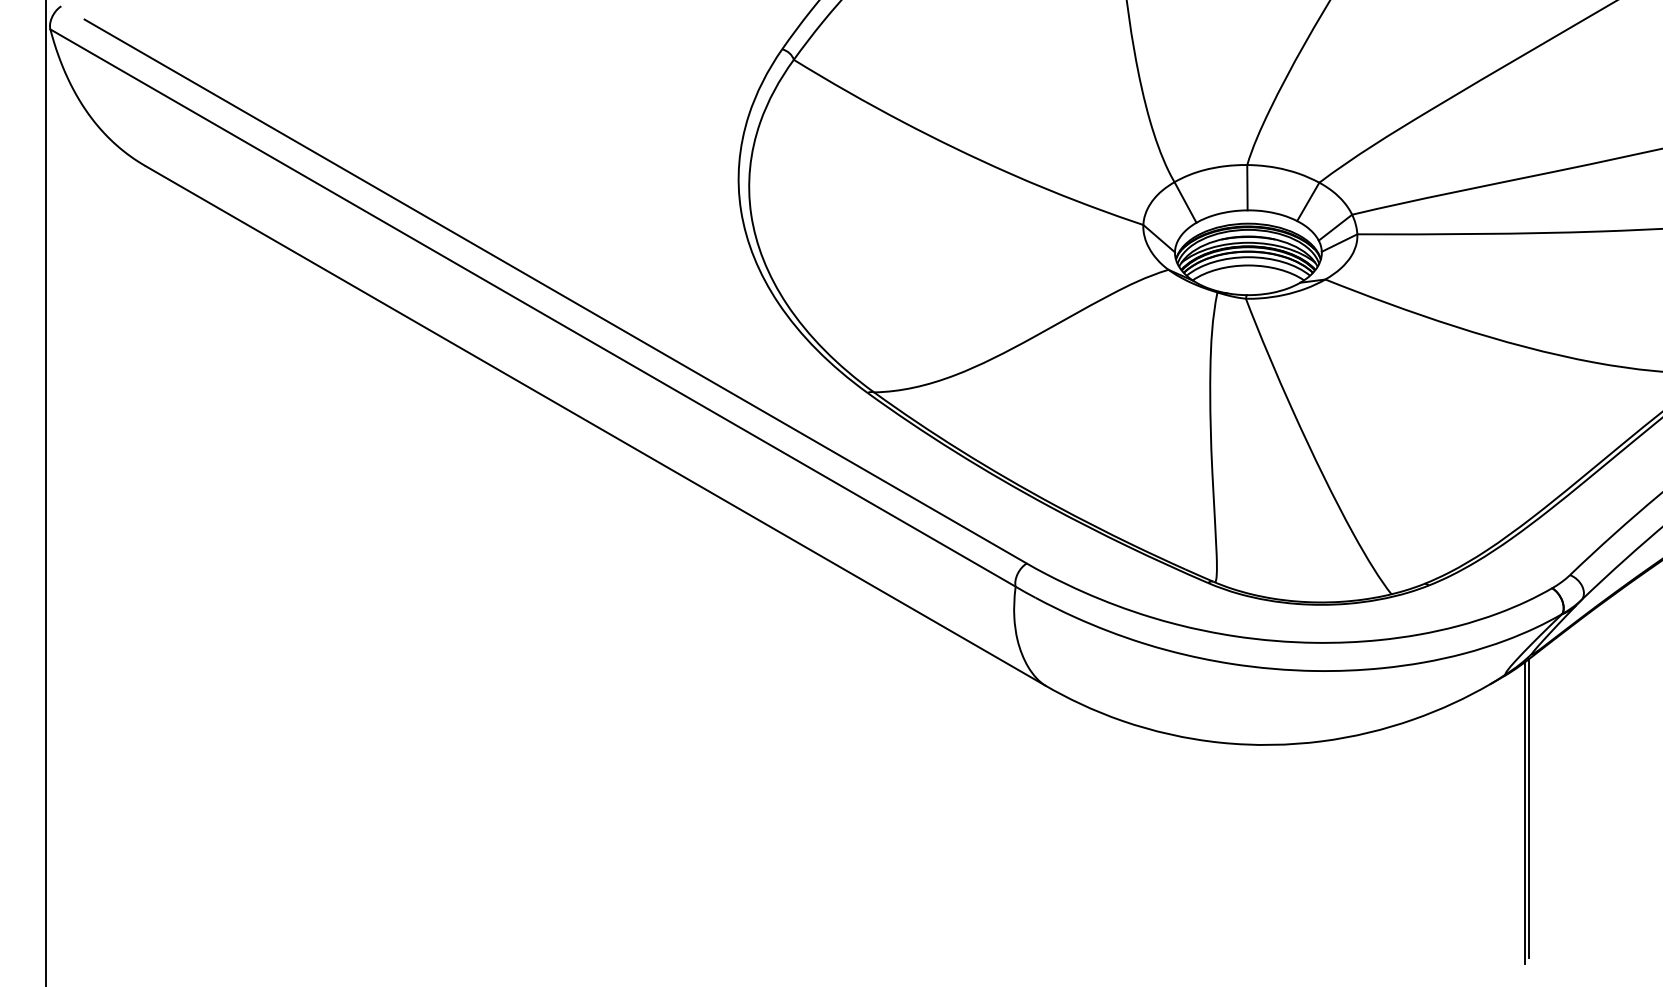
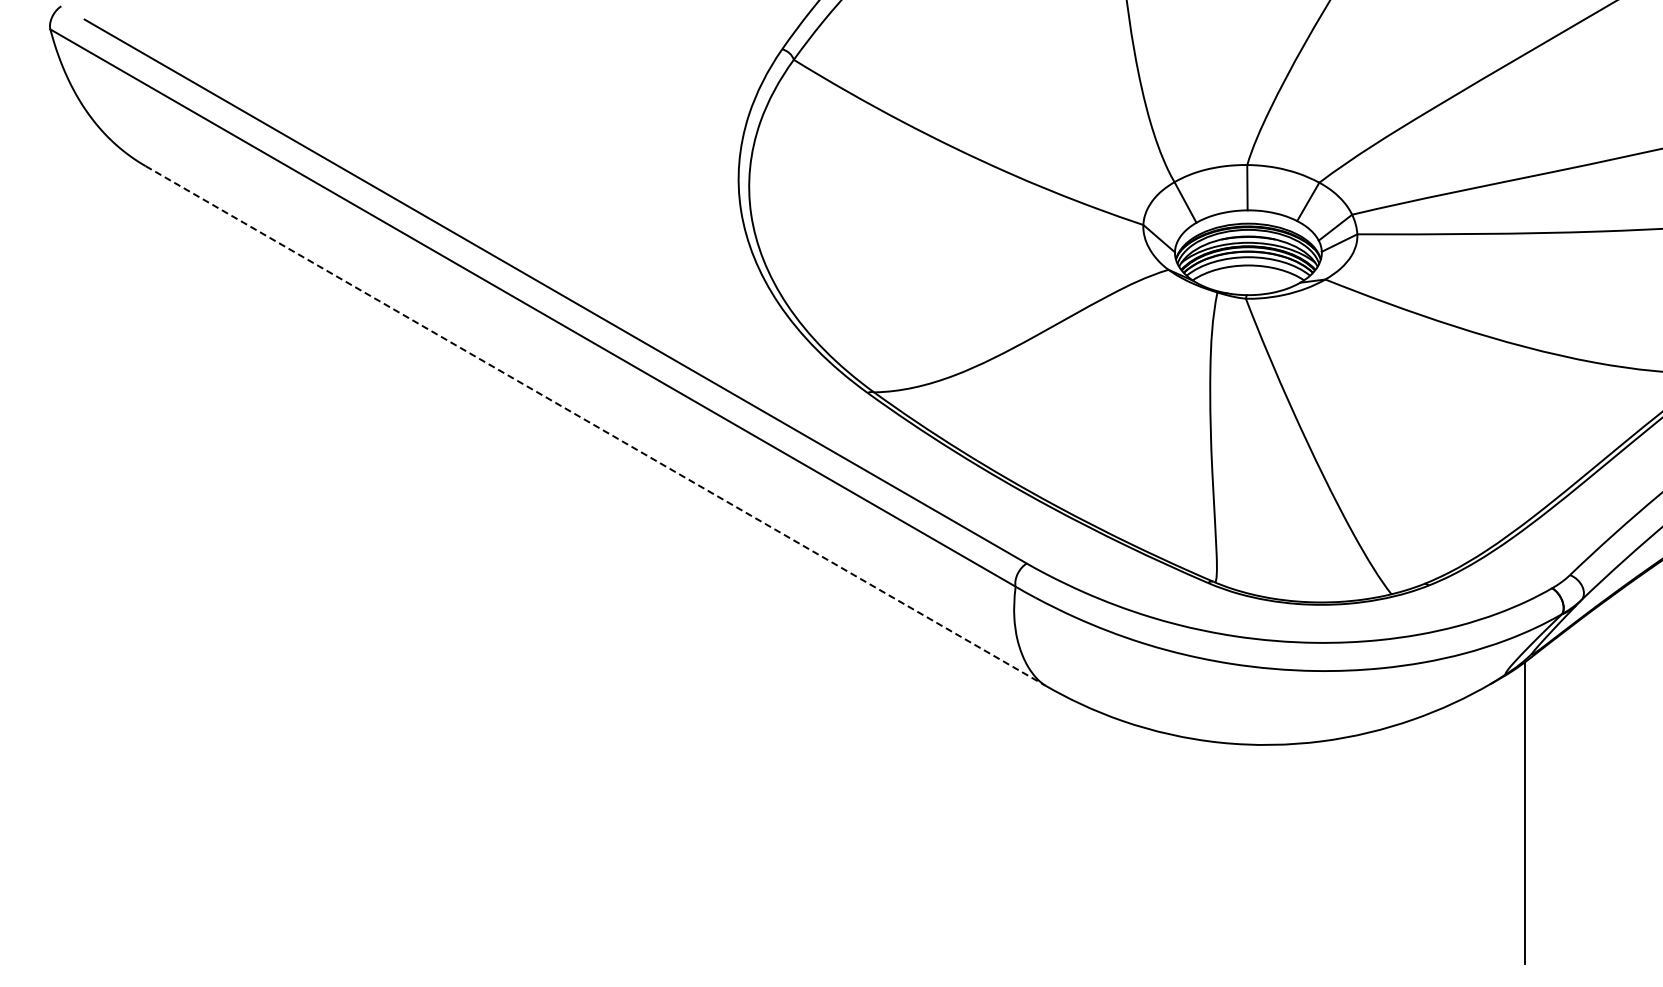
line at (595, 426): solid -> dashed
line at (45, 492): present -> none
line at (1529, 807): present -> none
